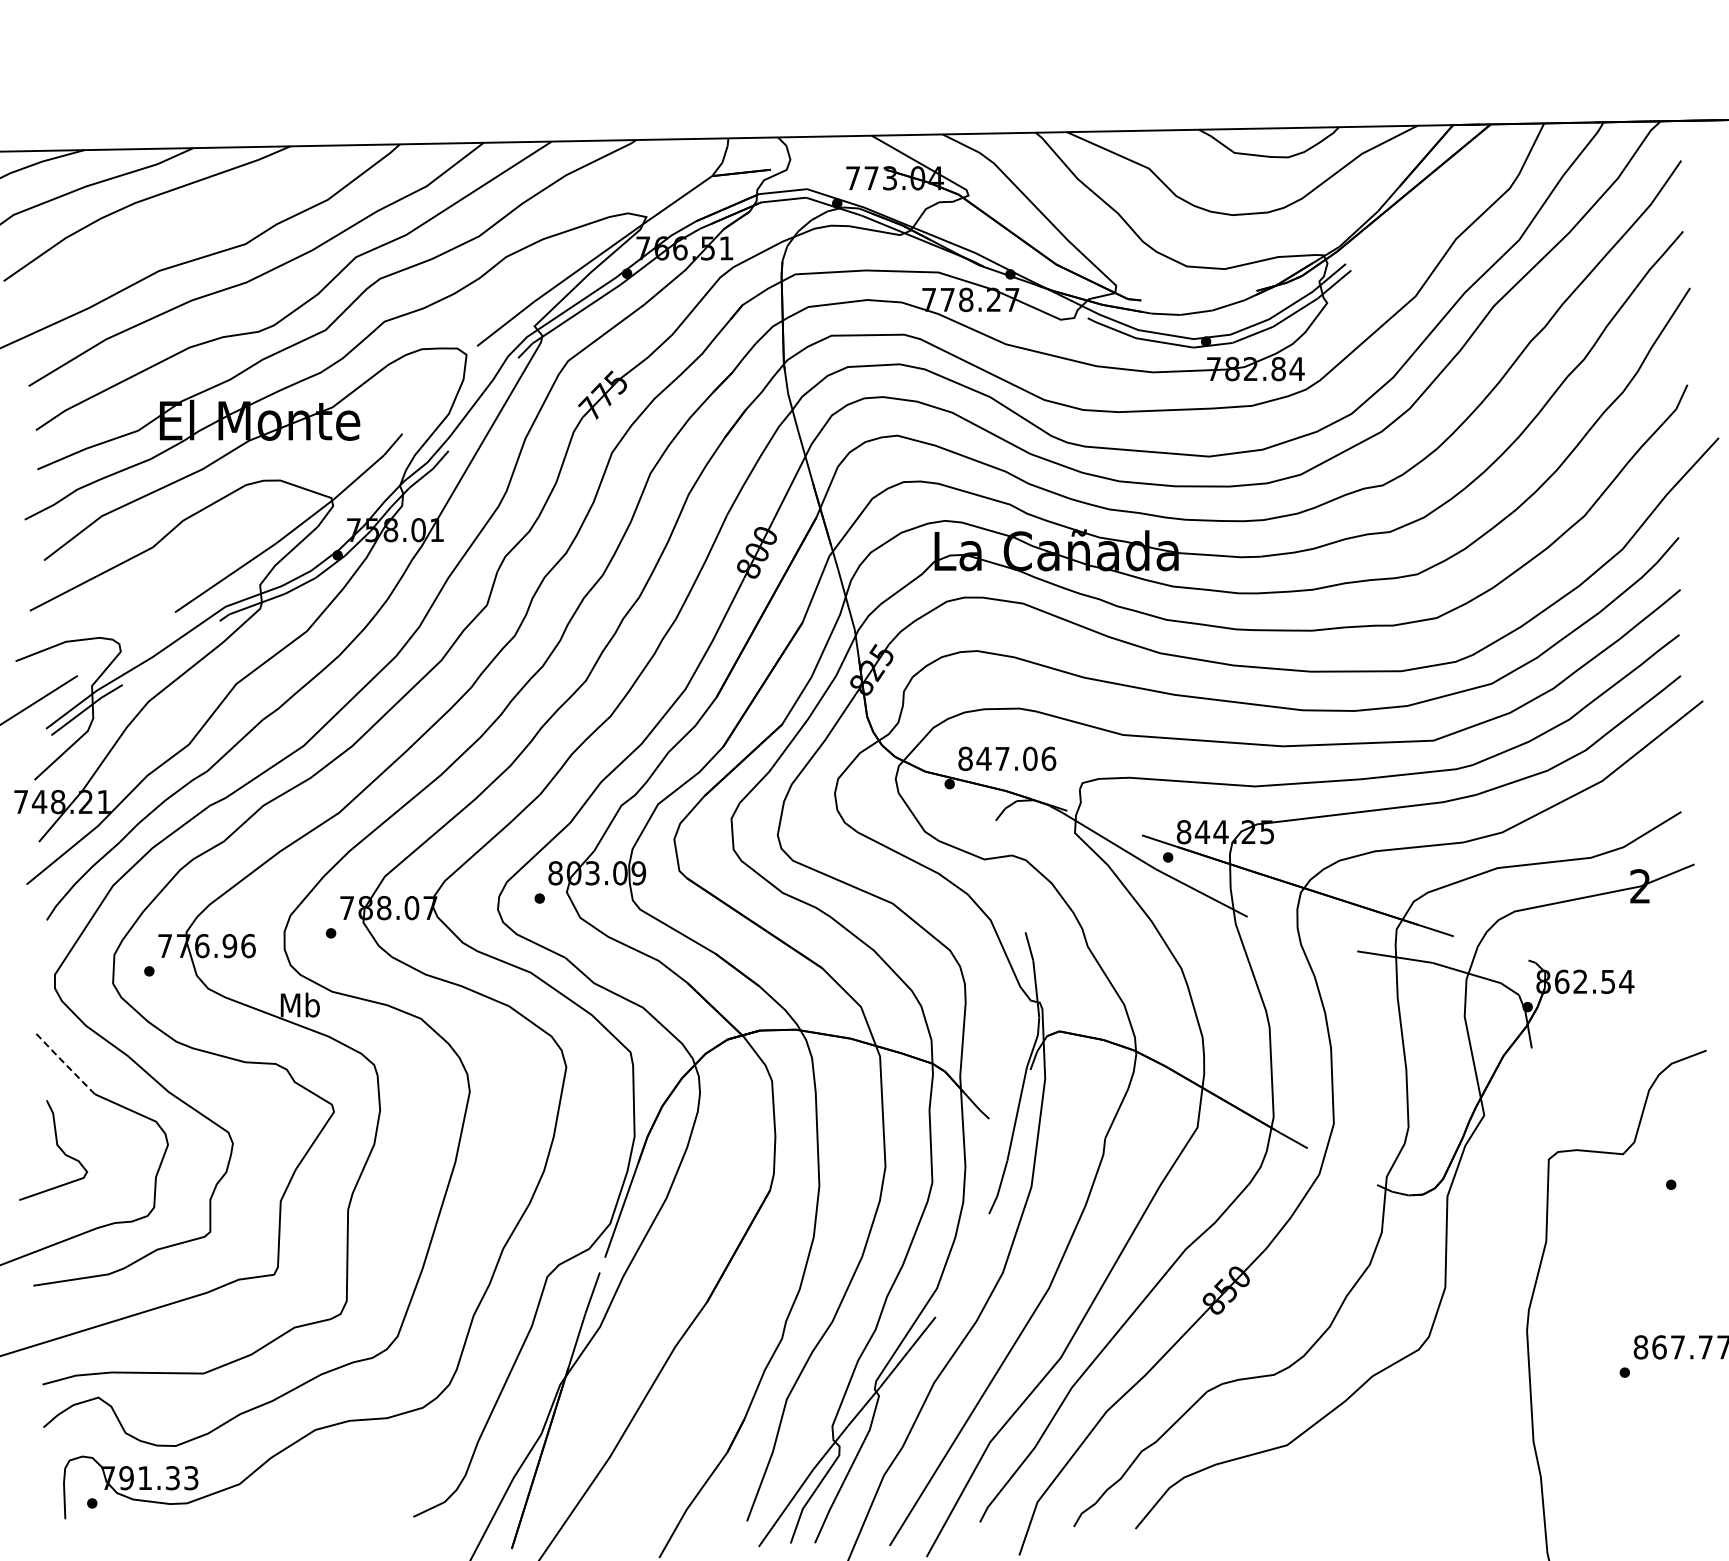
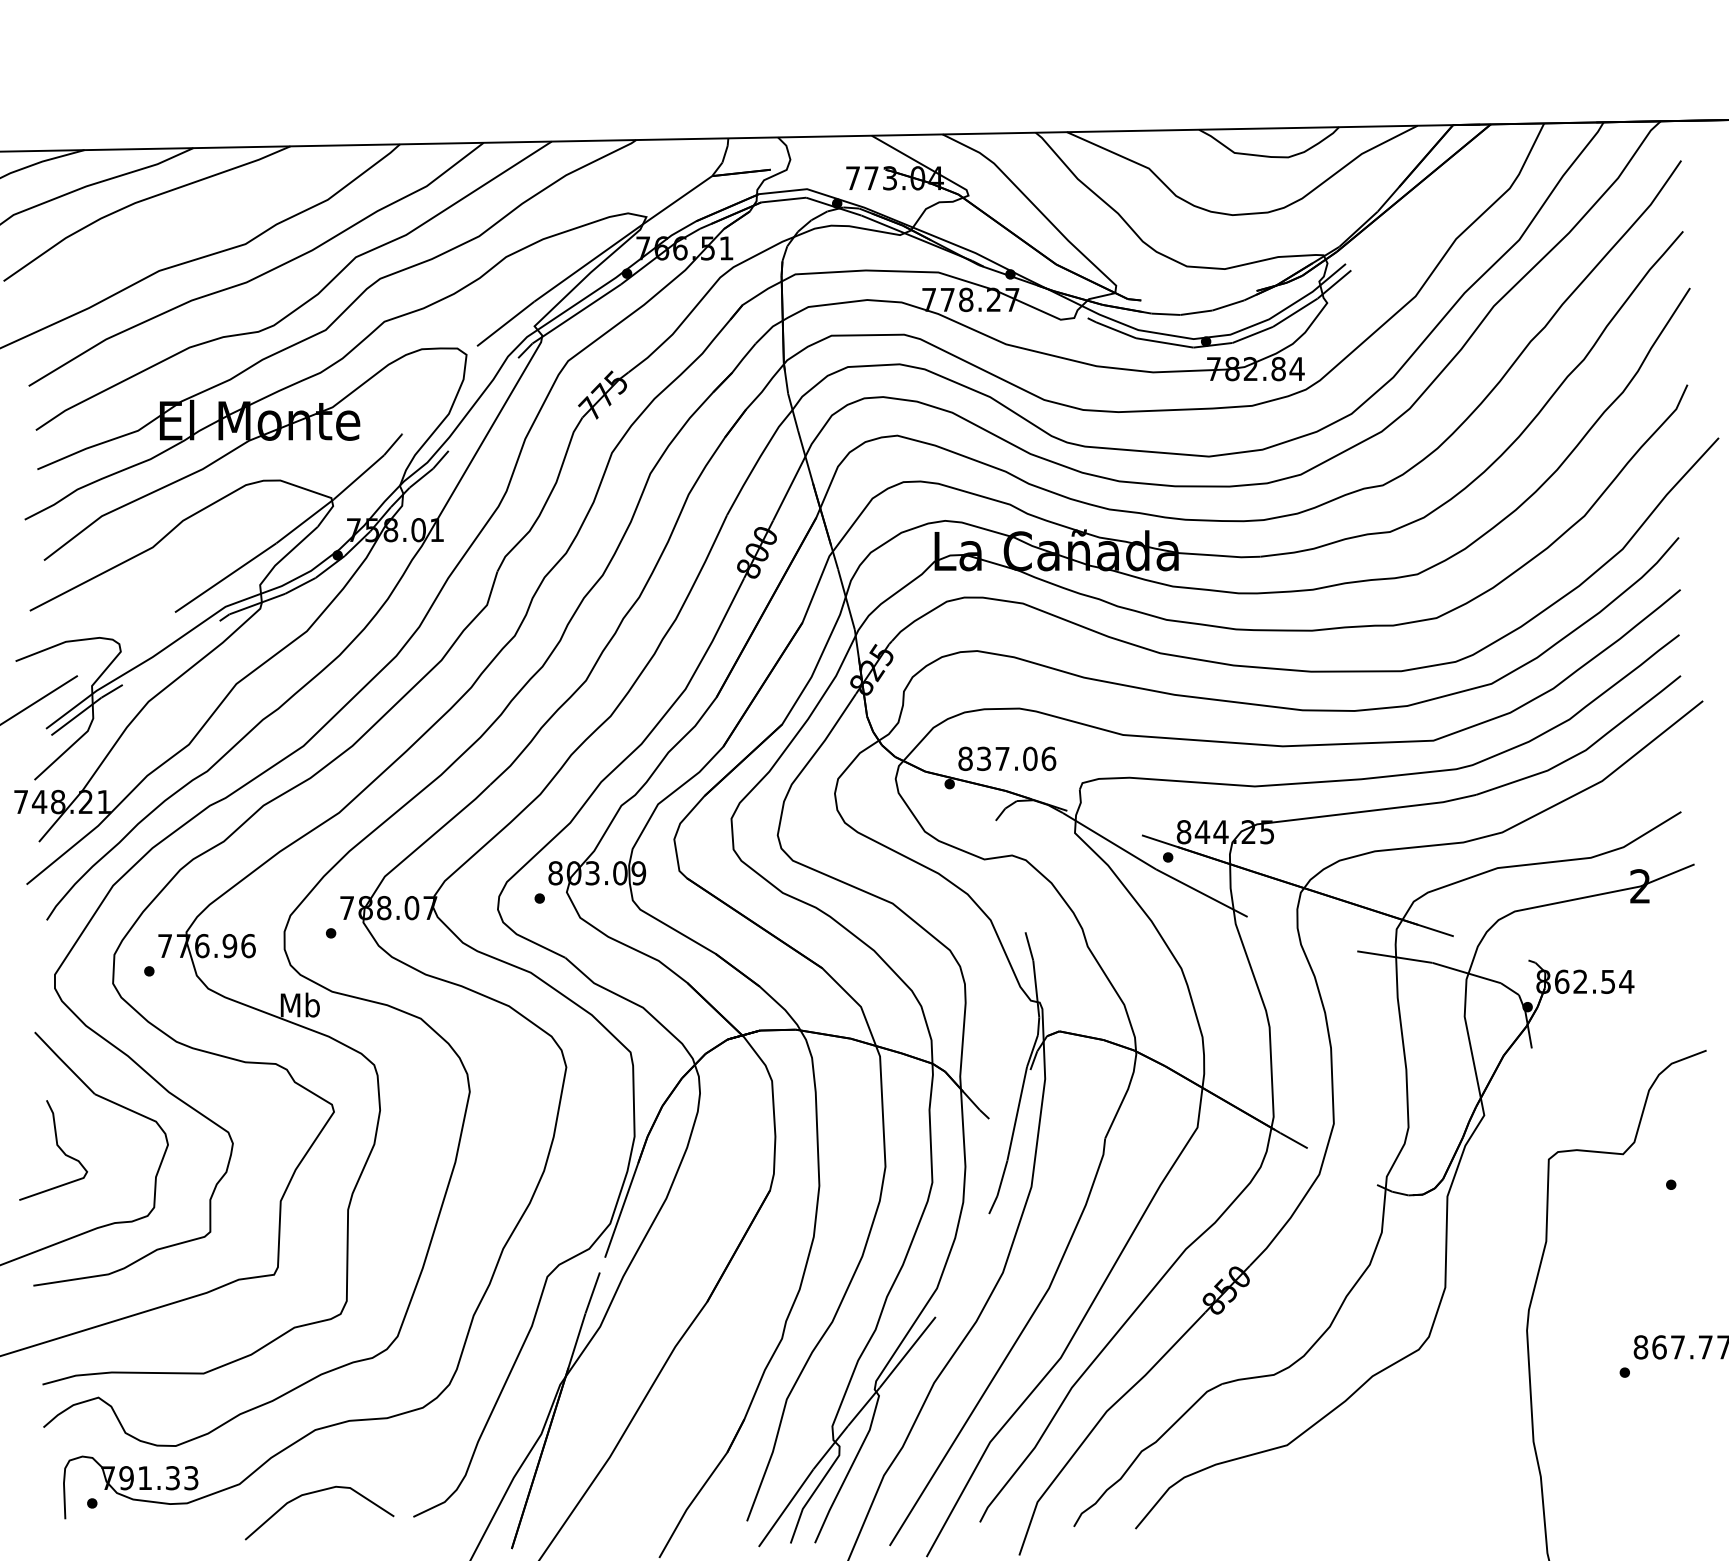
text at (983, 758): 847.06 -> 837.06
line at (64, 1063): dashed -> solid
curve at (313, 1493): none -> present
